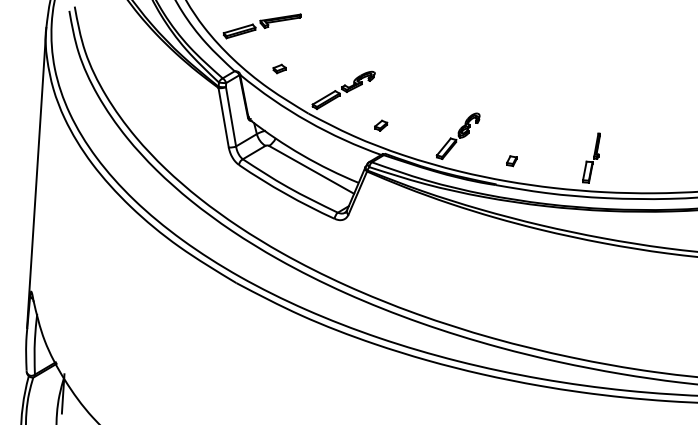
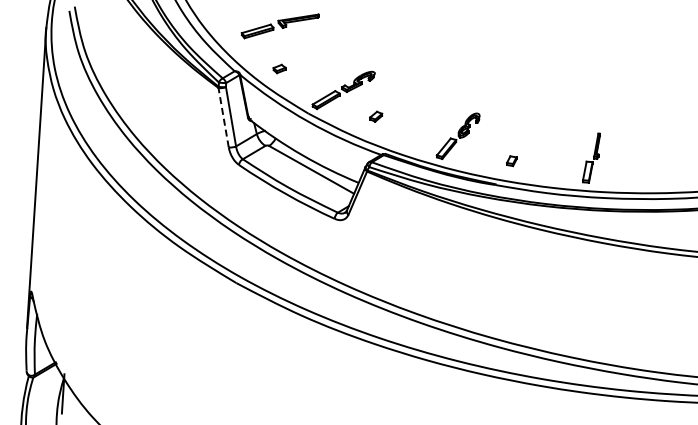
part at (261, 26) position: (261, 26) -> (279, 26)
line at (223, 117): solid -> dashed
part at (381, 125) position: (381, 125) -> (376, 116)
